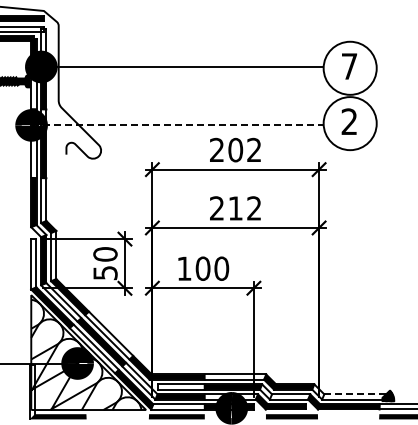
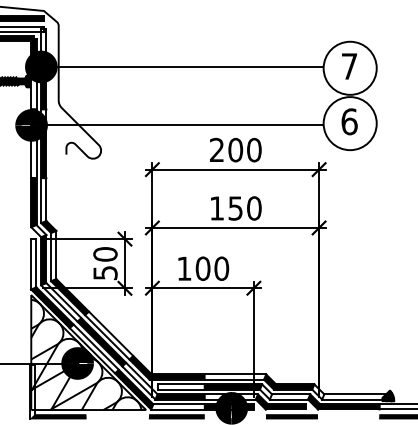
text at (349, 121): 2 -> 6
line at (178, 125): dashed -> solid
text at (254, 150): 202 -> 200
text at (235, 208): 212 -> 150
line at (355, 394): dashed -> solid
